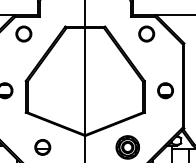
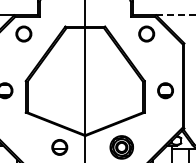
line at (175, 15): solid -> dashed
part at (42, 147) position: (42, 147) -> (59, 147)
part at (127, 147) position: (127, 147) -> (121, 147)
